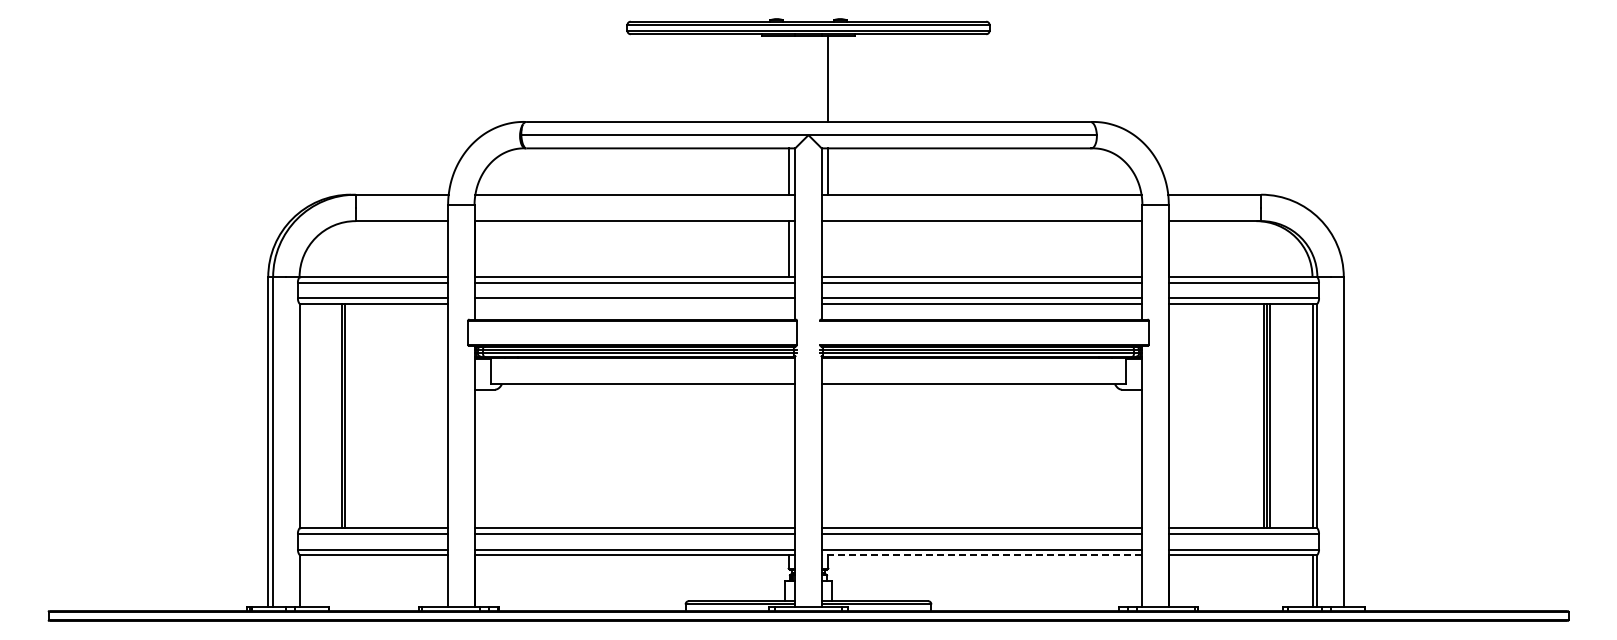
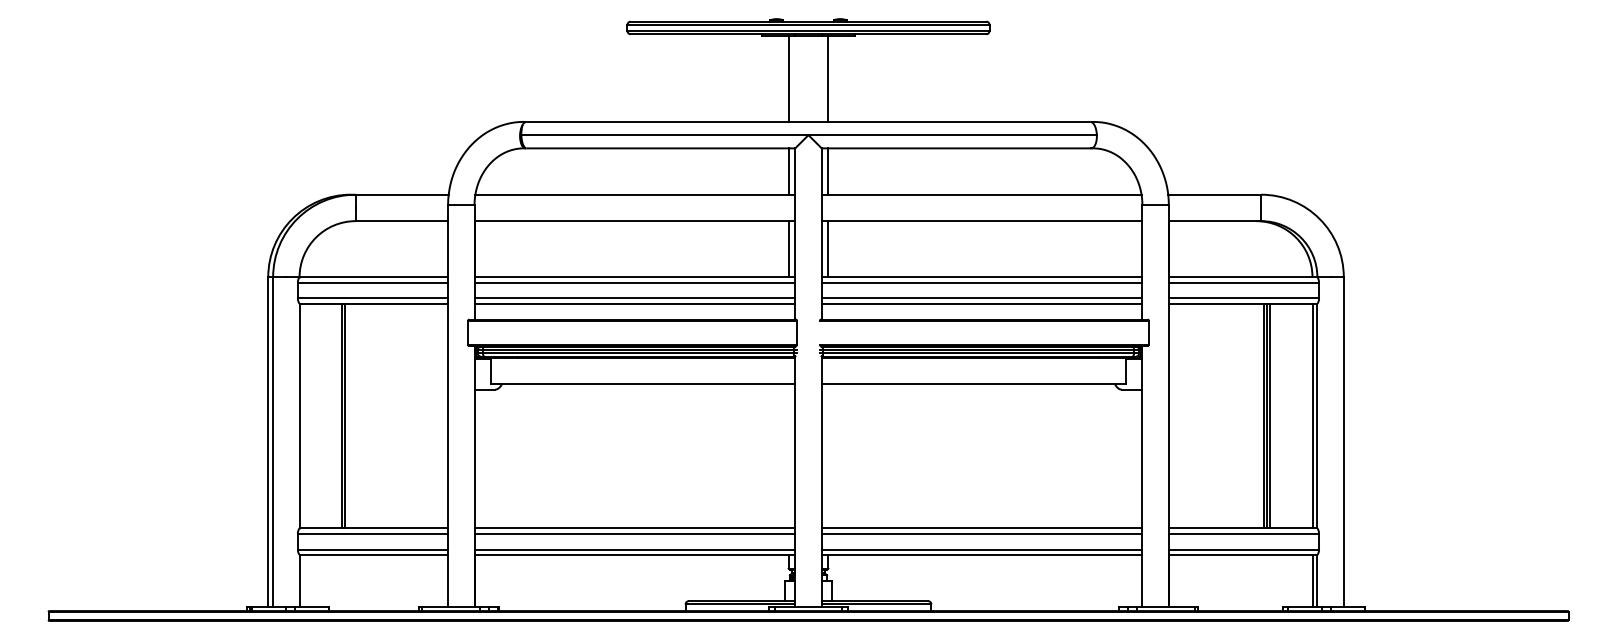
line at (788, 79): none -> present
line at (828, 249): none -> present
line at (634, 303): none -> present
line at (981, 554): dashed -> solid
